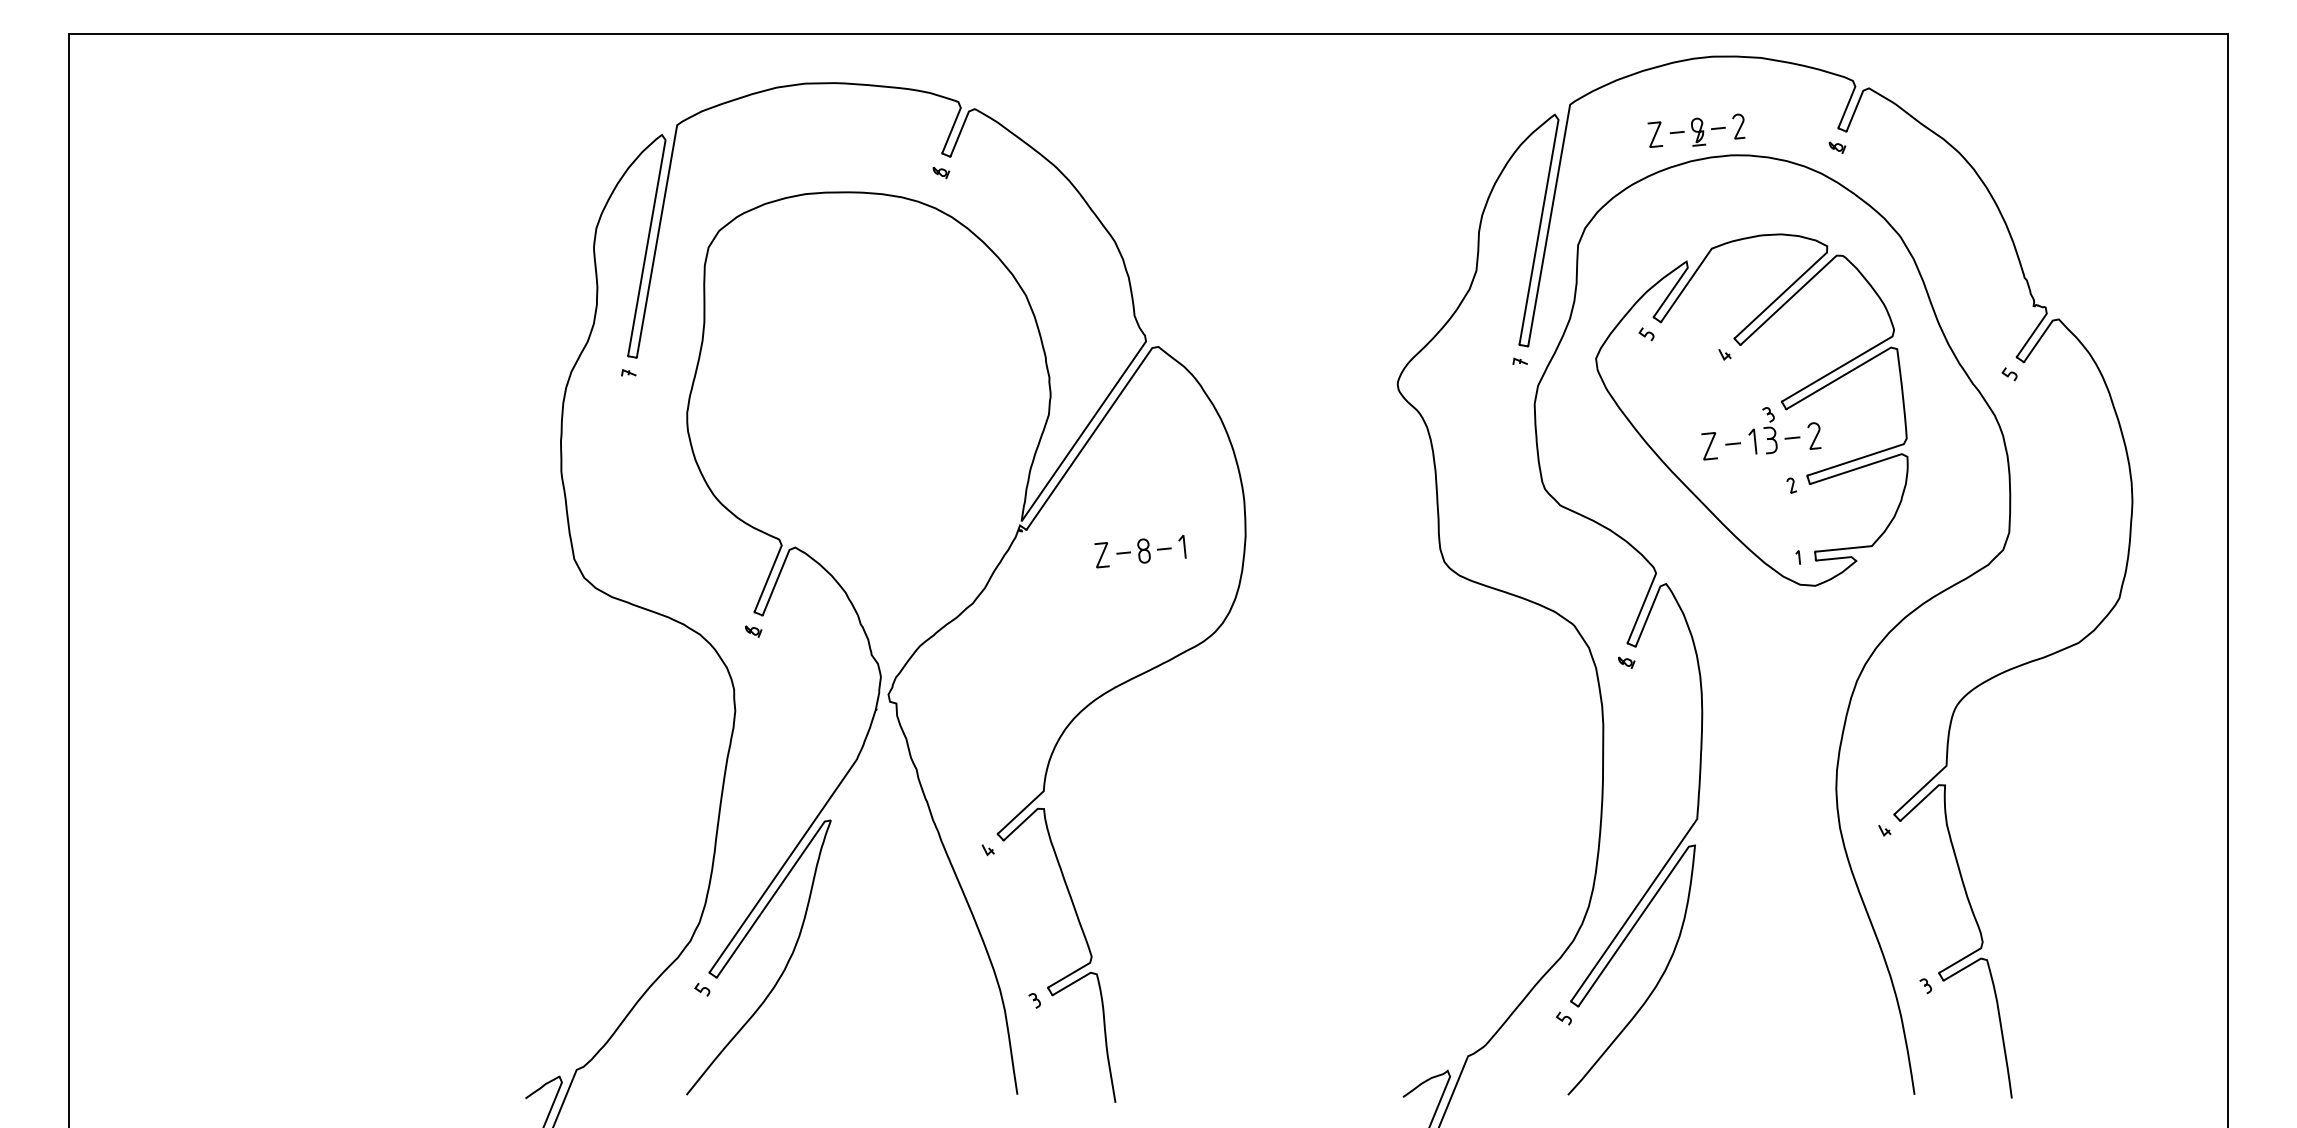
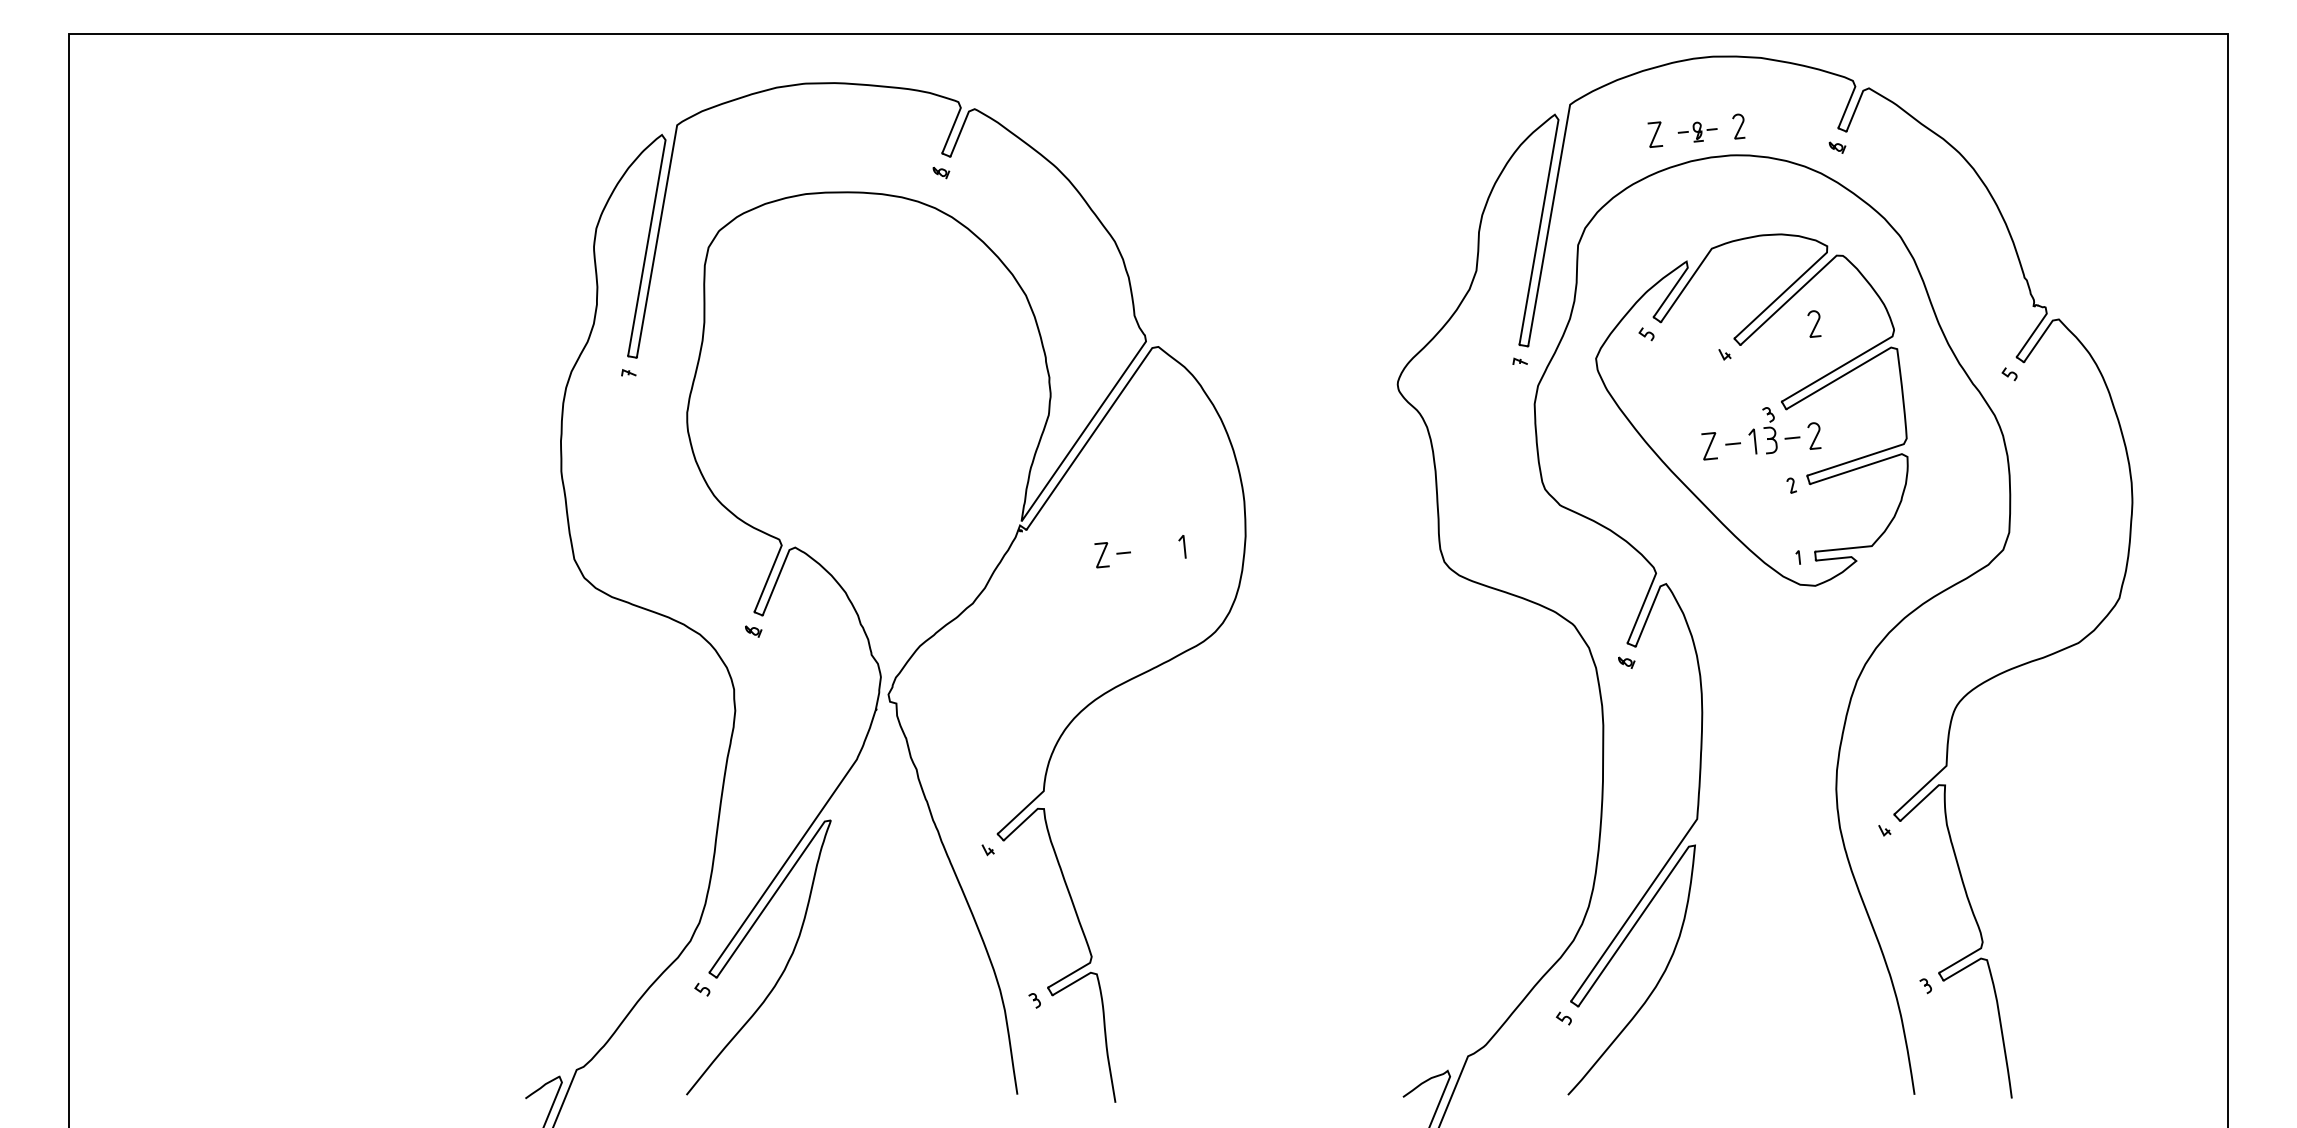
part at (1697, 131) size: 57x30 px -> 41x22 px
curve at (1815, 323): none -> present
part at (1154, 550): present -> none
